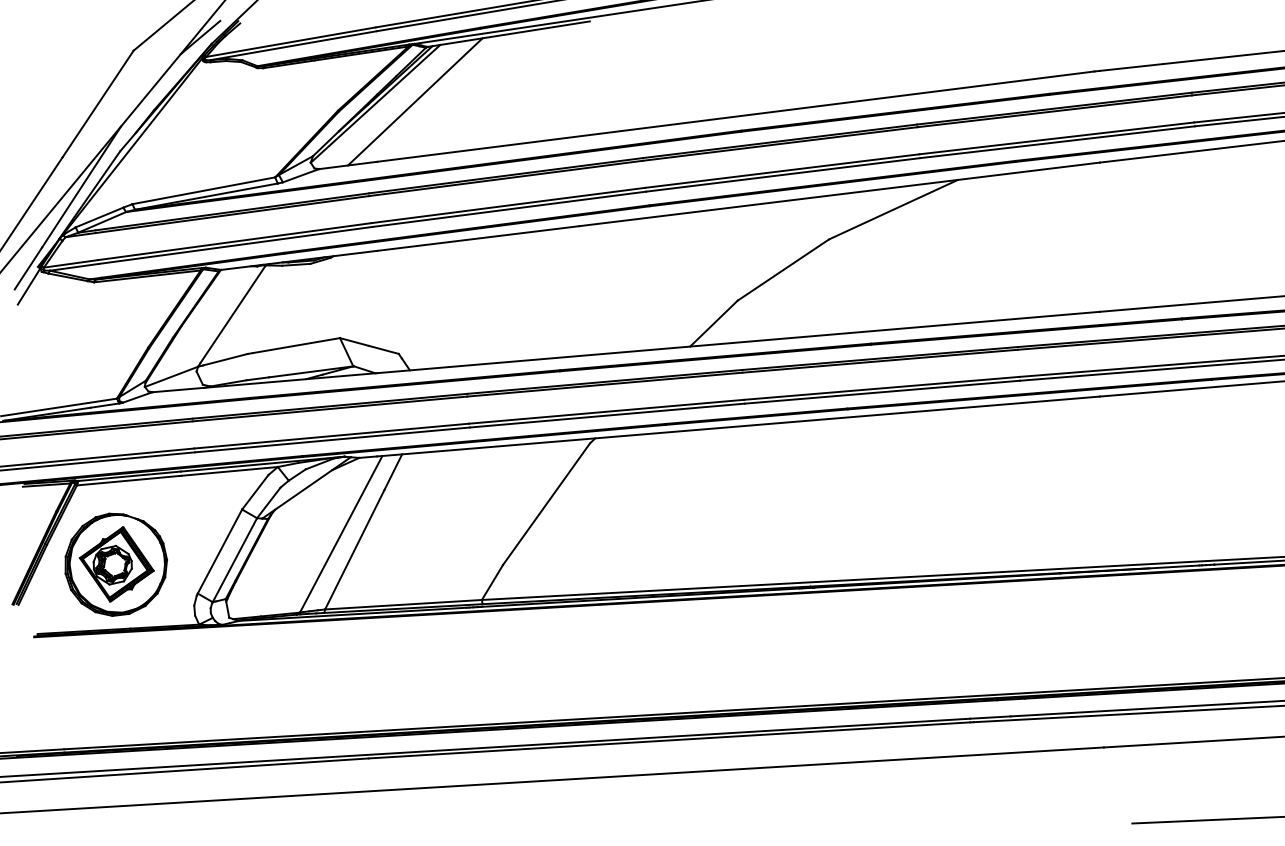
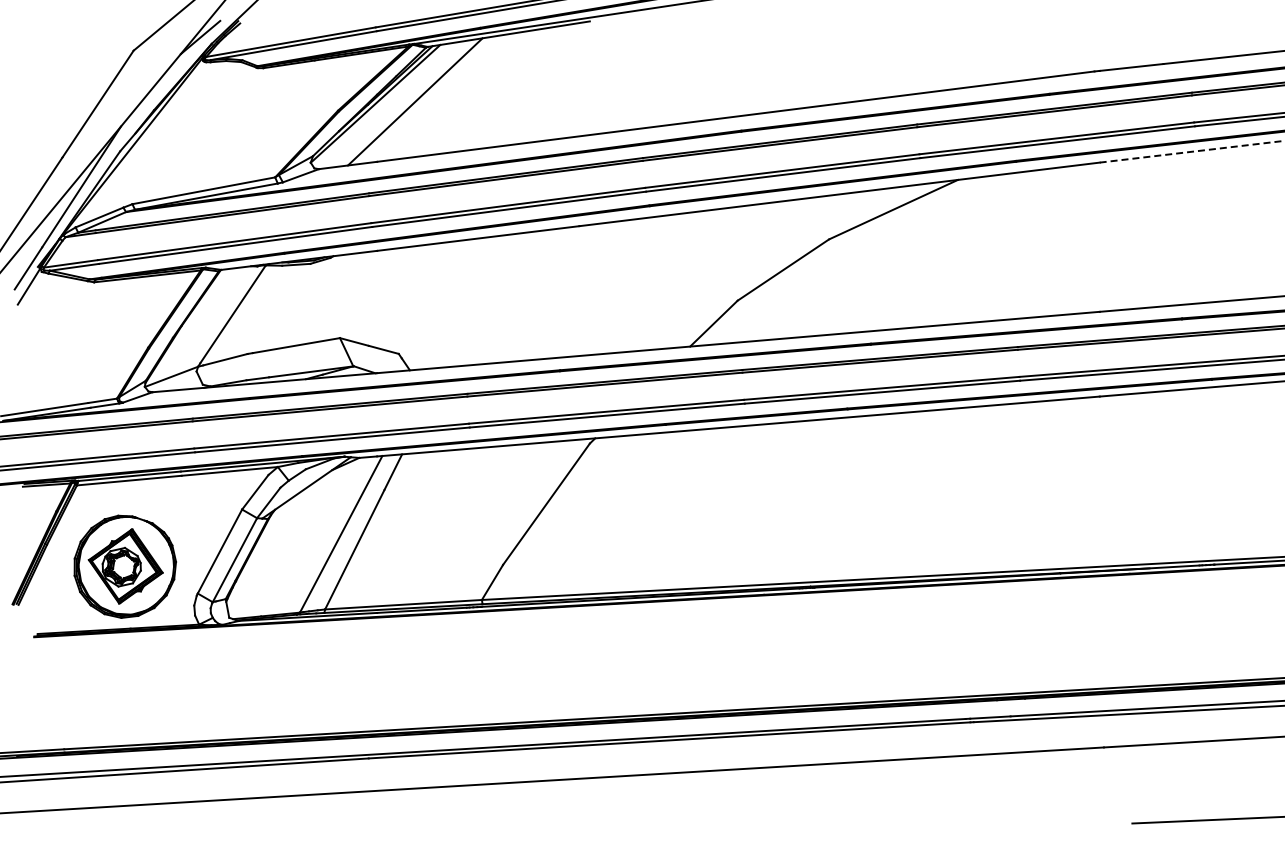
line at (1192, 151): solid -> dashed
part at (115, 564) position: (115, 564) -> (124, 566)
